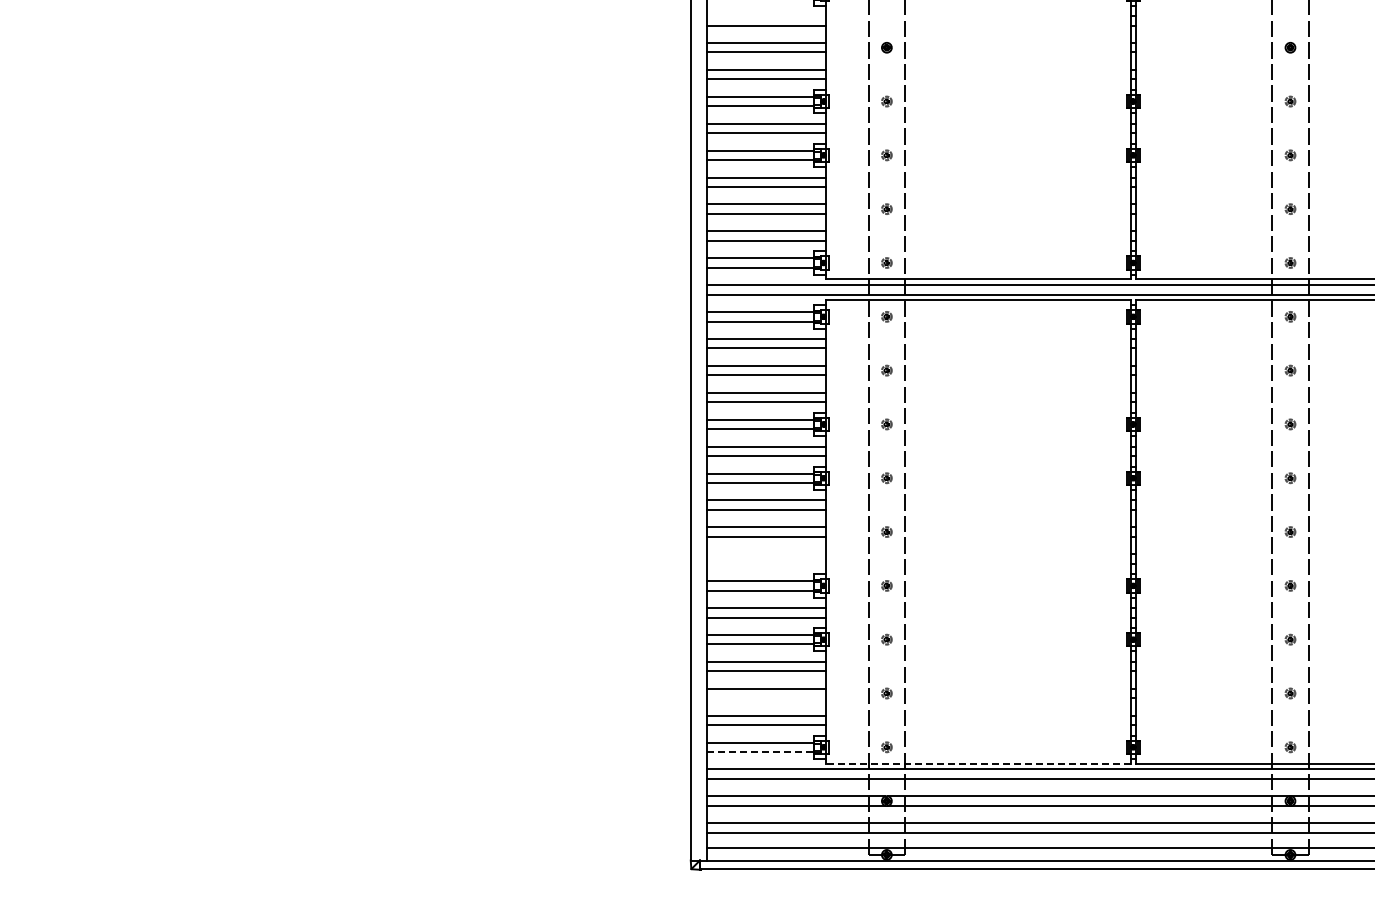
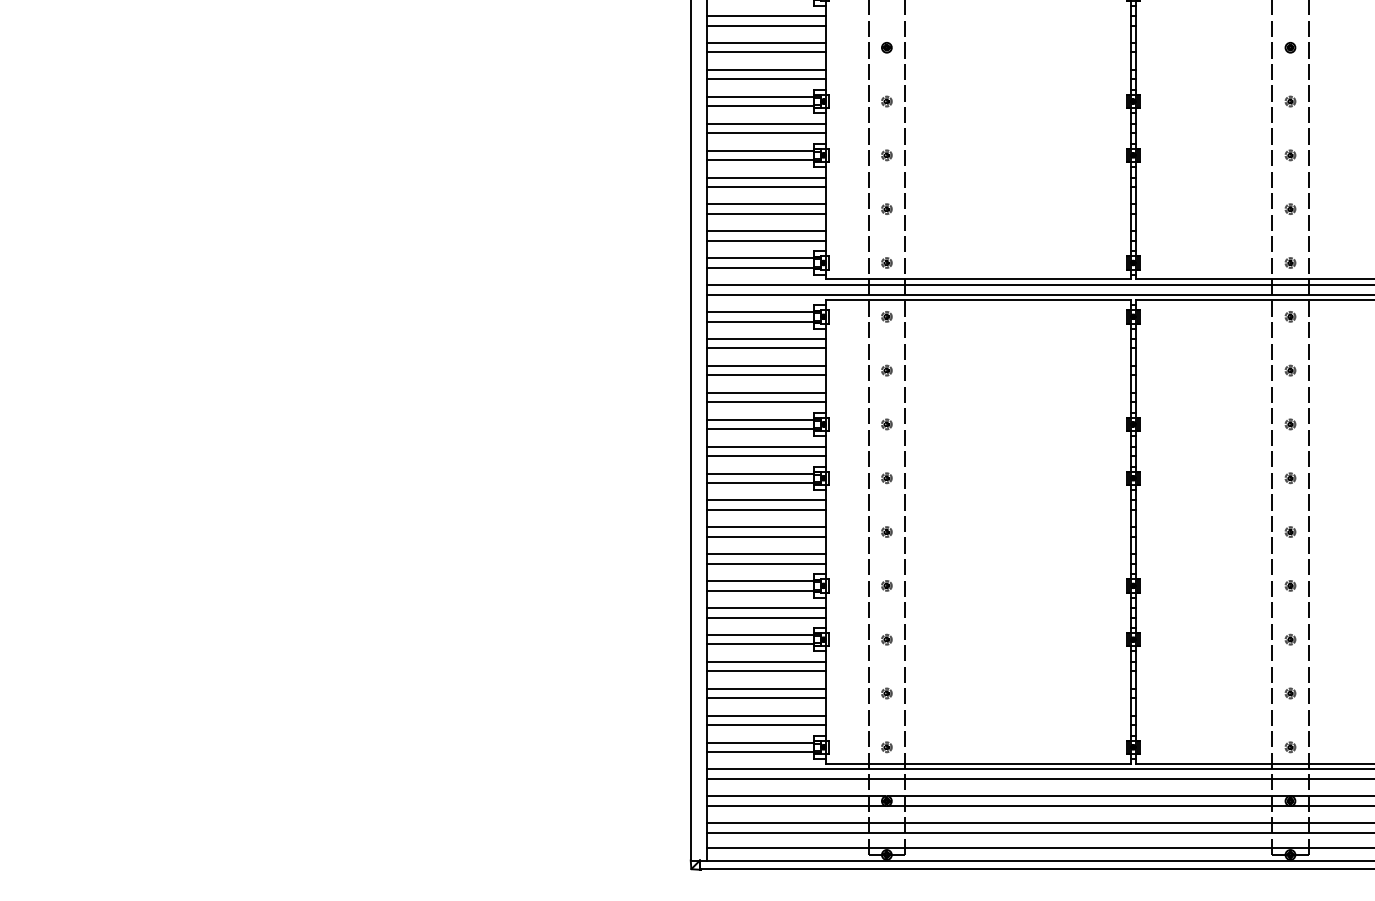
line at (765, 16): none -> present
line at (765, 554): none -> present
line at (765, 563): none -> present
line at (765, 698): none -> present
line at (760, 752): dashed -> solid
line at (978, 763): dashed -> solid
